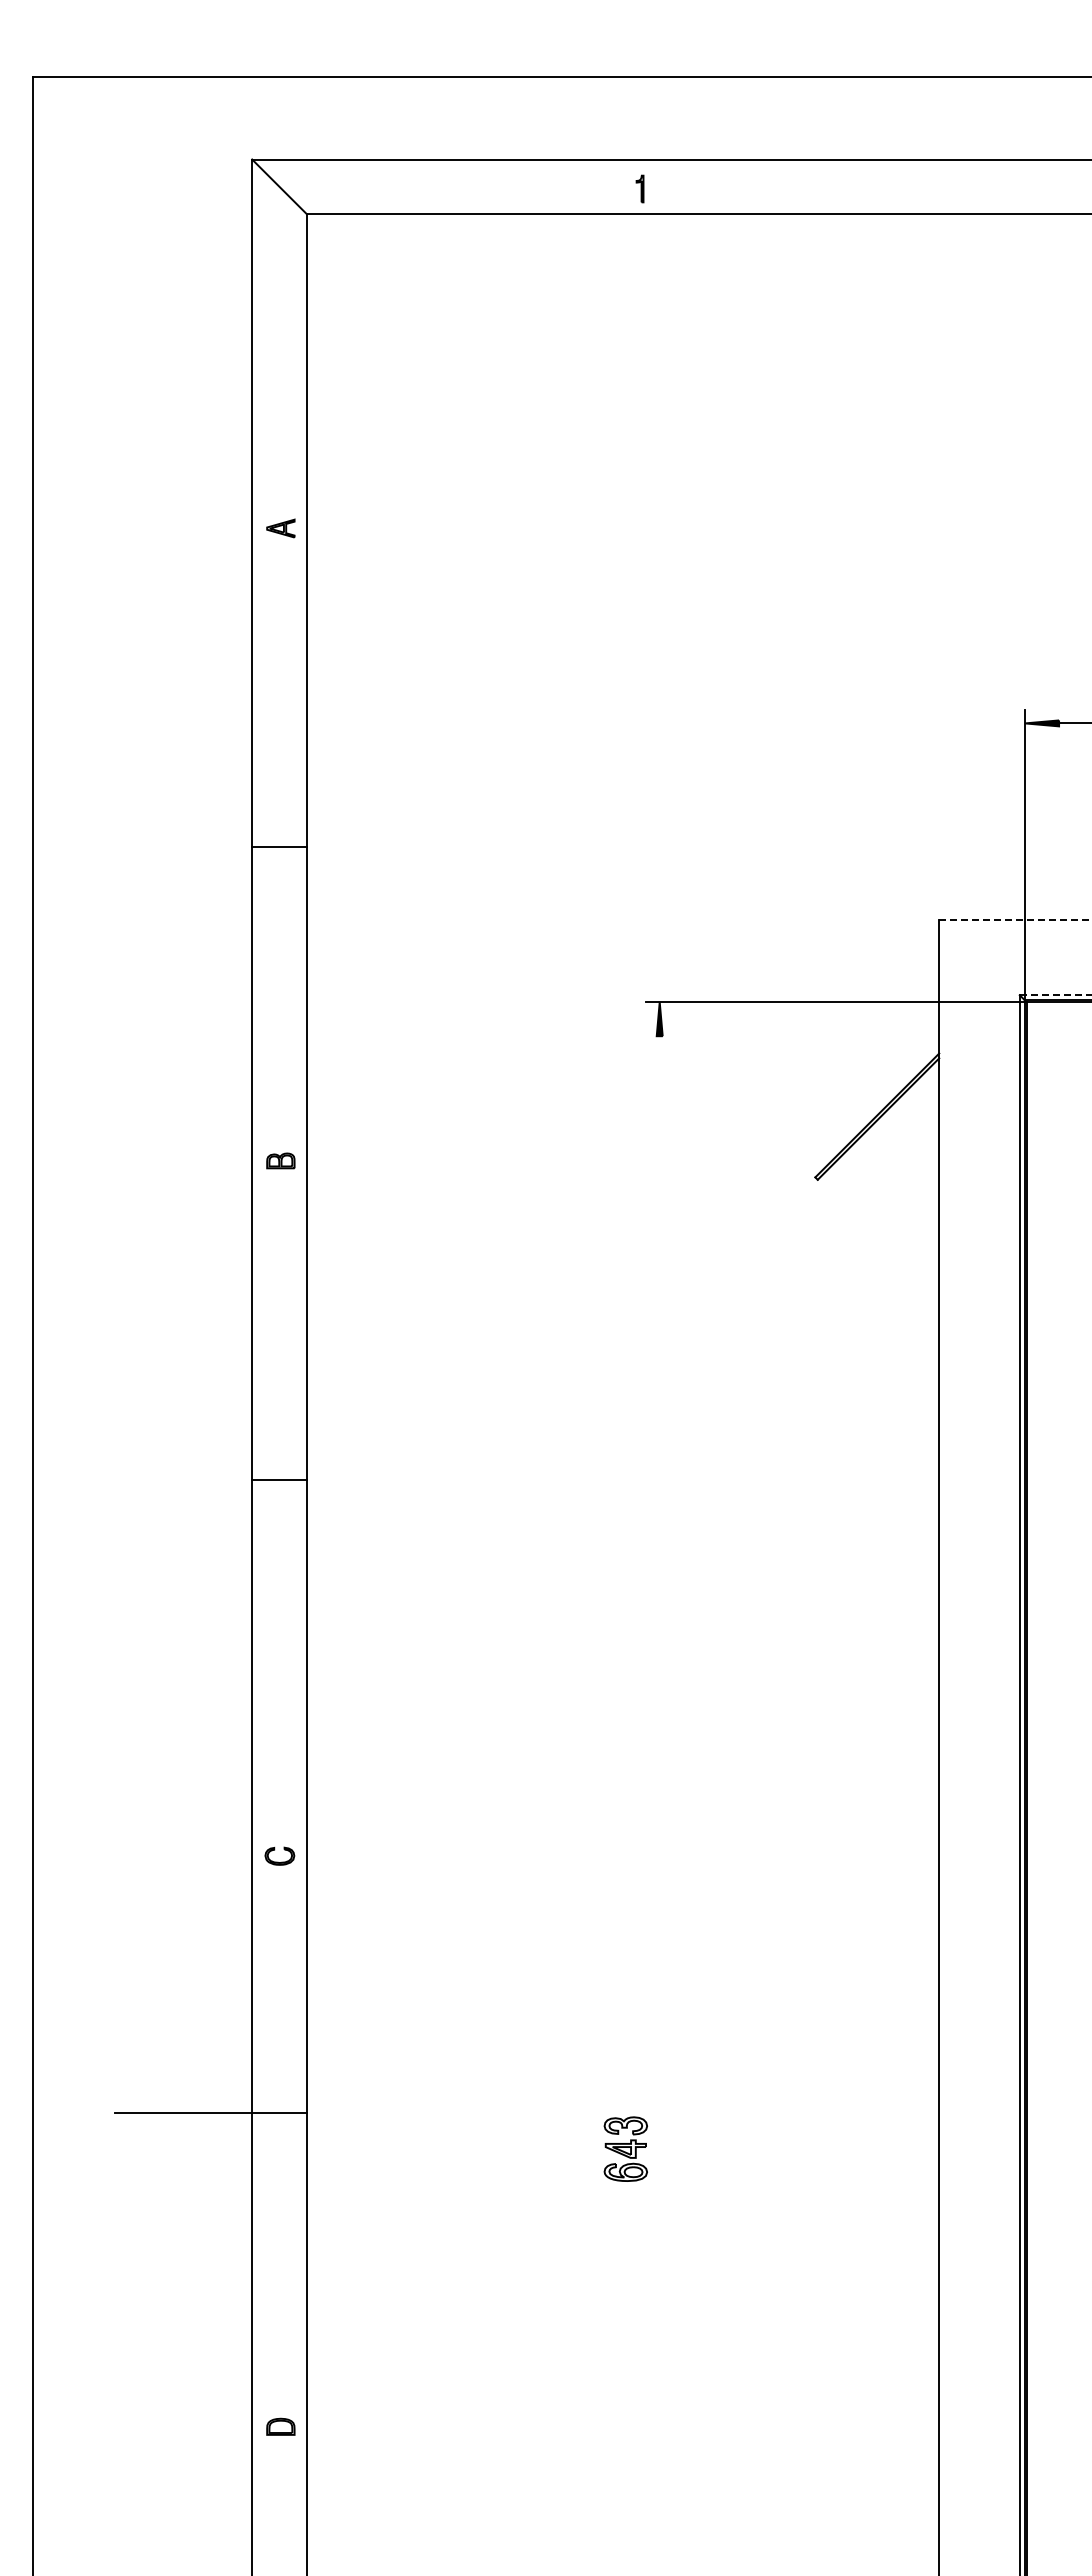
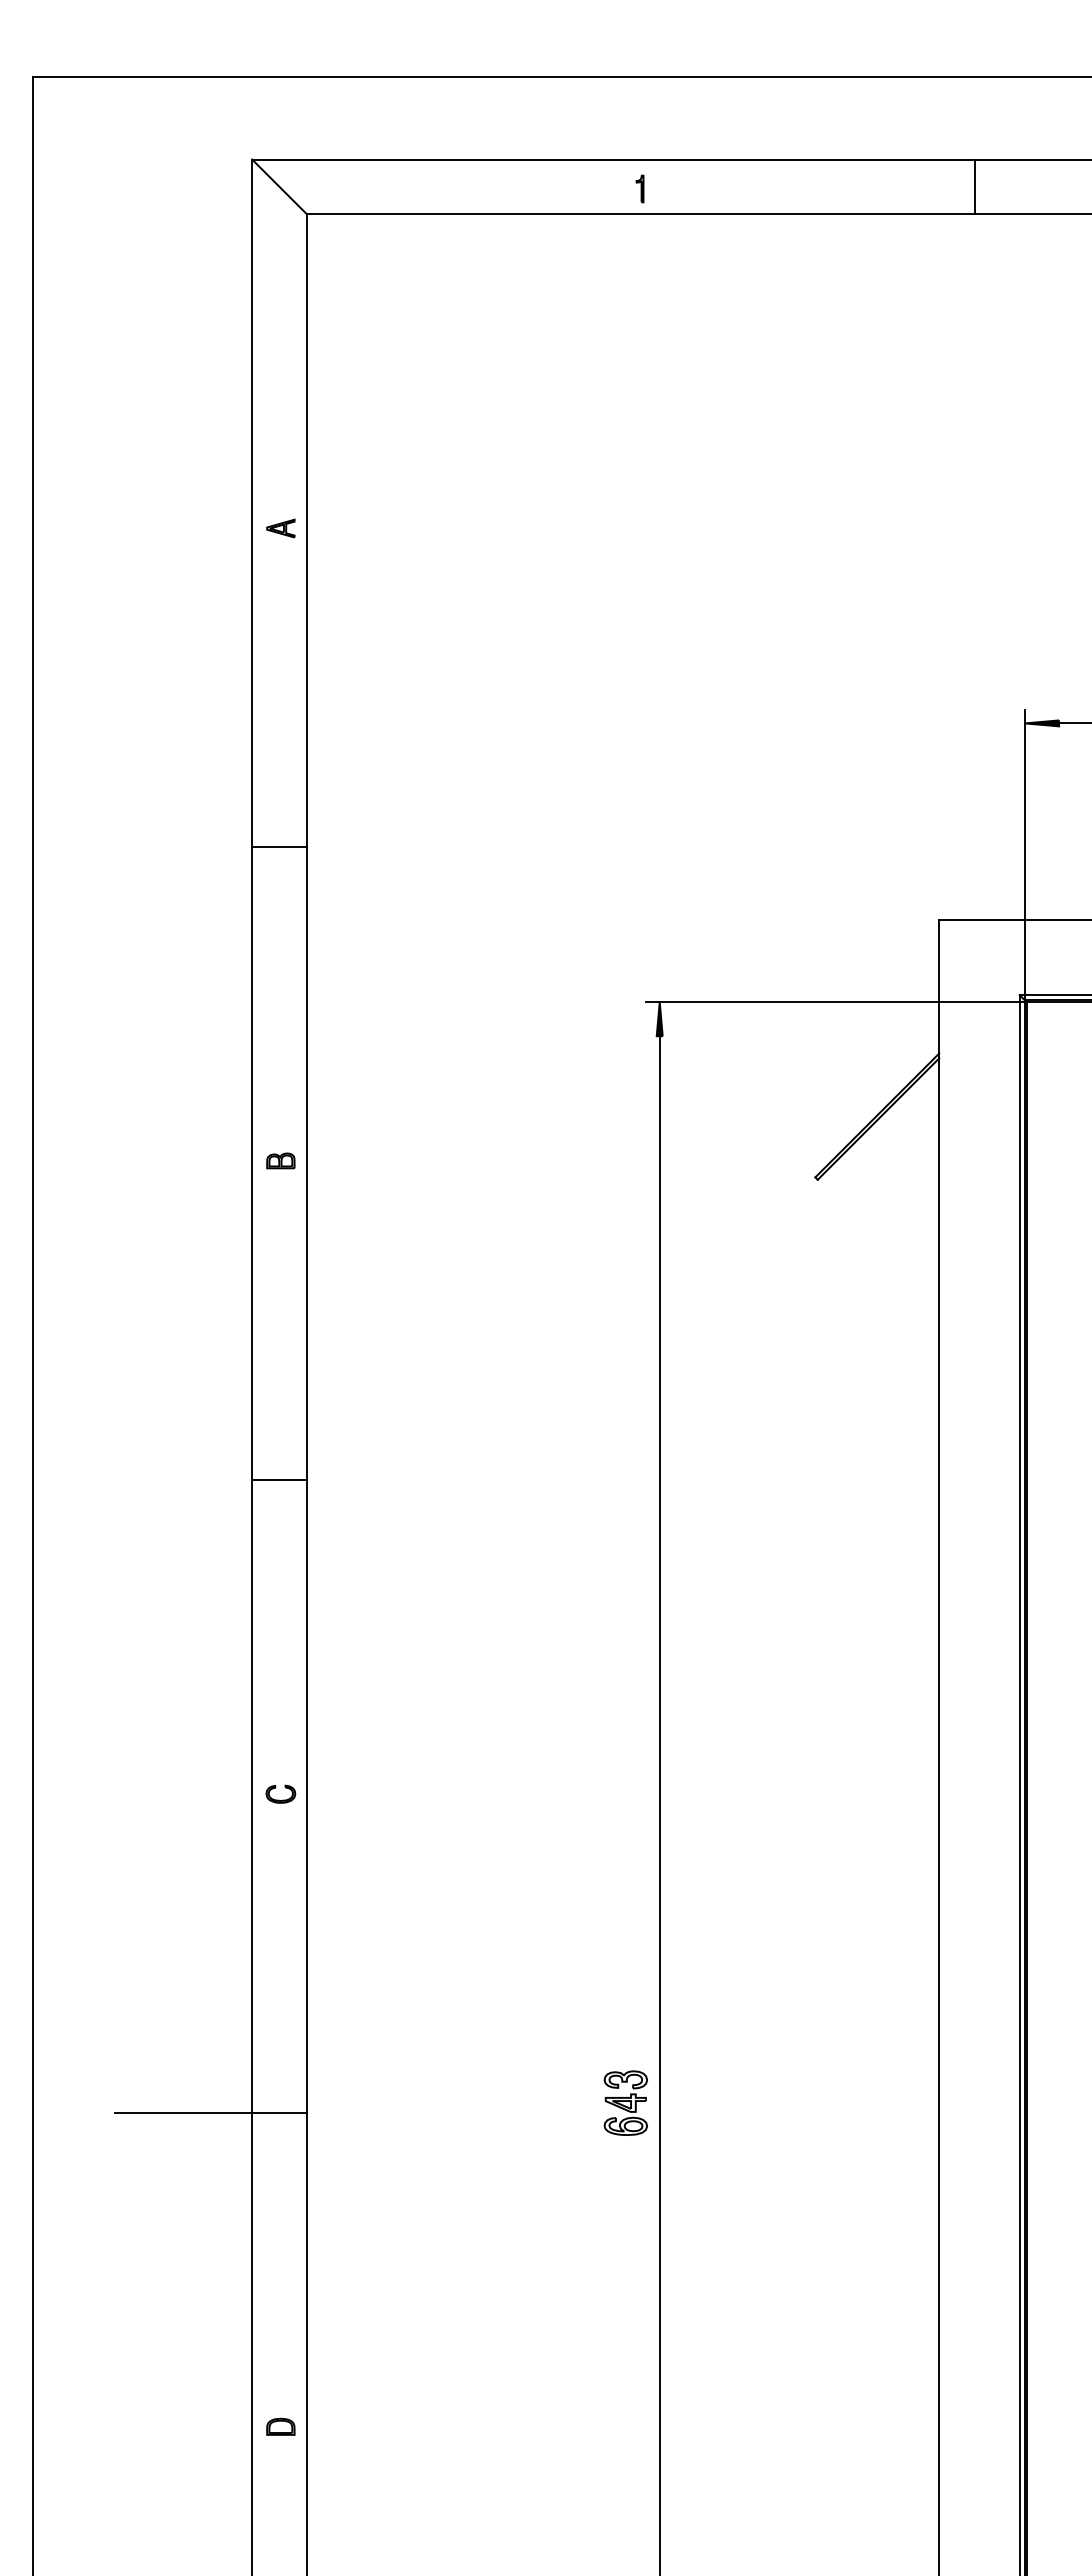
line at (975, 186): none -> present
line at (1015, 919): dashed -> solid
line at (1055, 995): dashed -> solid
line at (659, 1804): none -> present
part at (278, 1861) position: (278, 1861) -> (279, 1799)
part at (625, 2148) position: (625, 2148) -> (625, 2102)
